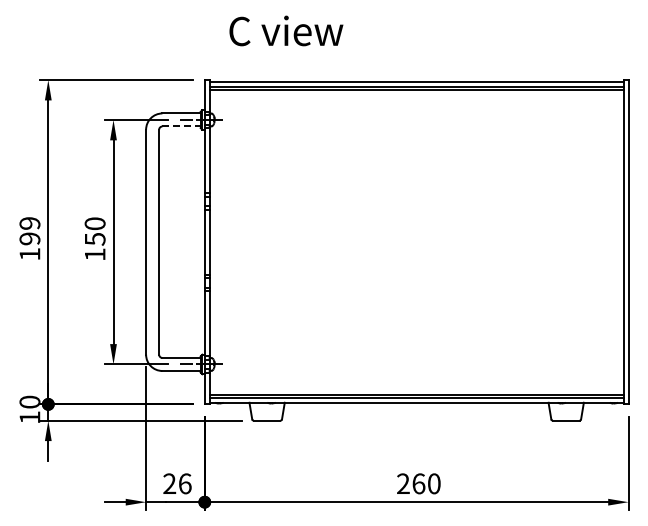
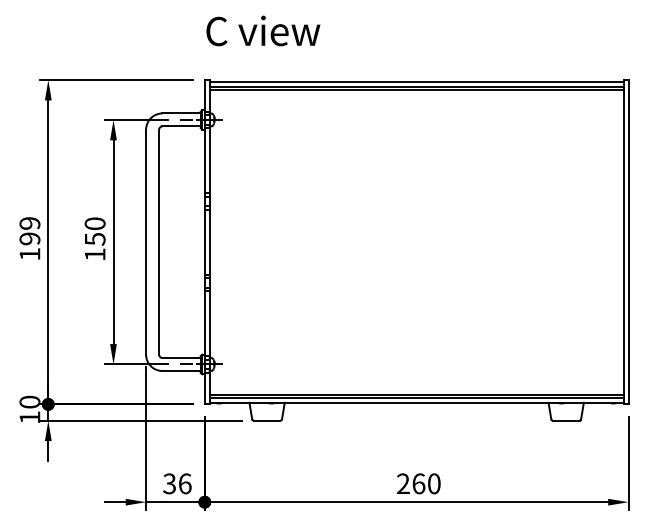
text at (286, 30) position: (286, 30) -> (263, 30)
line at (182, 126): dashed -> solid
text at (169, 483): 26 -> 36
